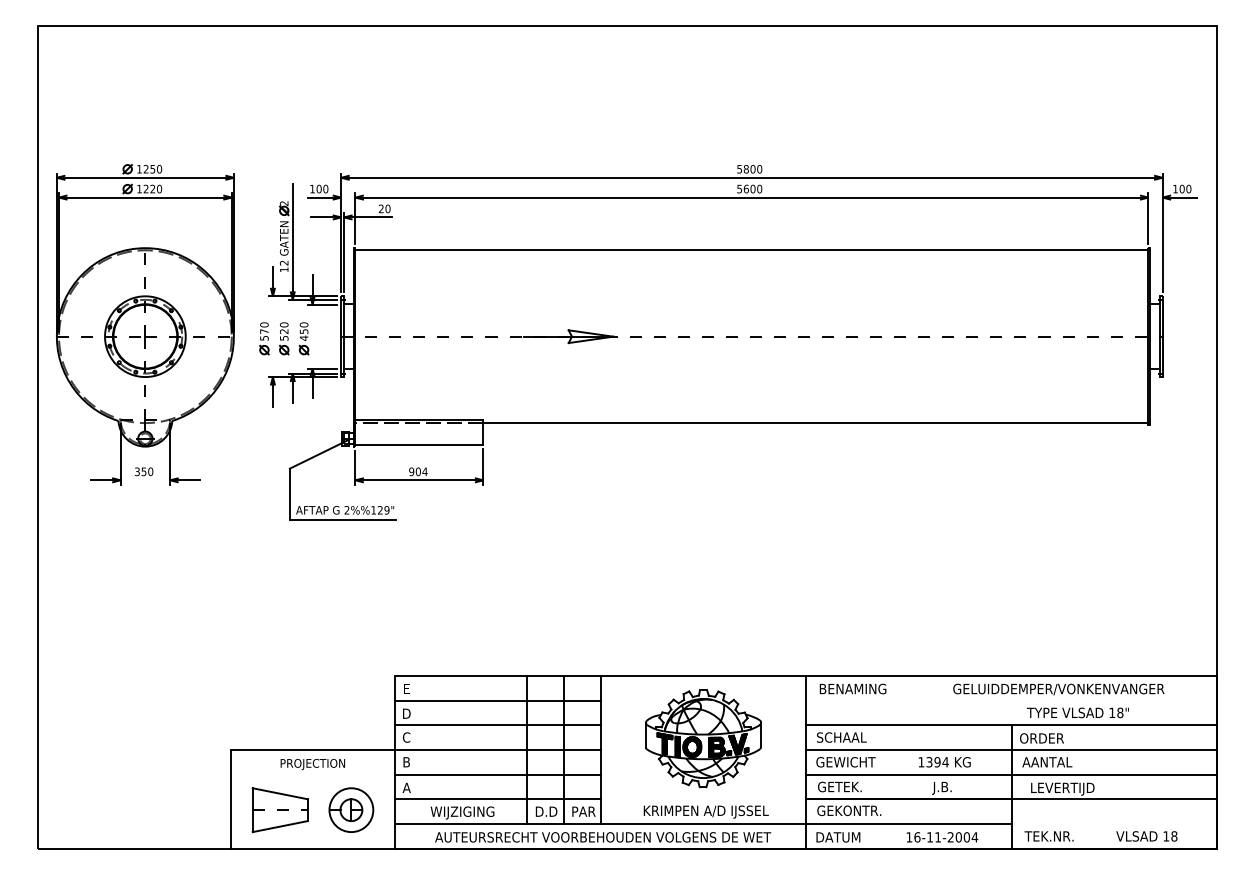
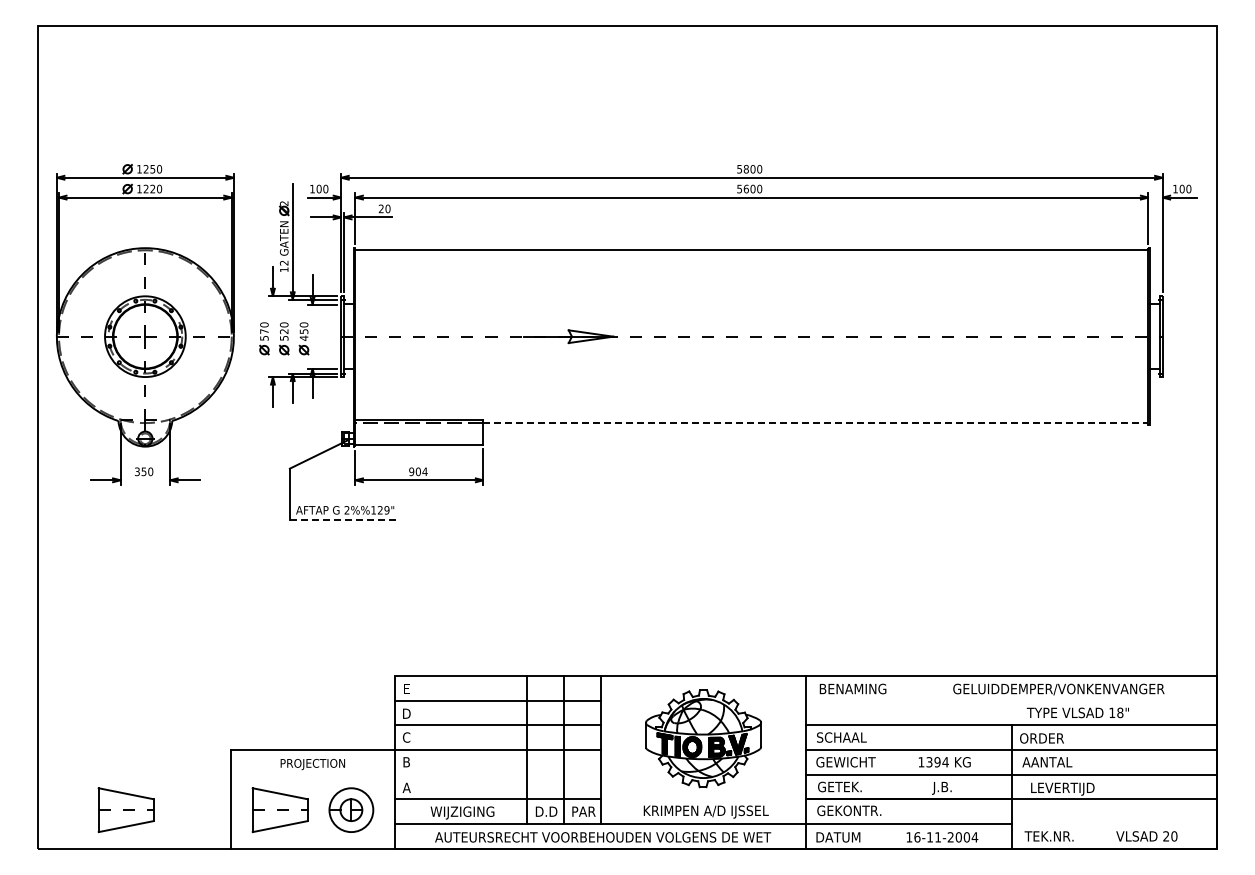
line at (815, 423): solid -> dashed
line at (342, 519): solid -> dashed
line at (497, 774): present -> none
part at (125, 810): none -> present
text at (1170, 836): 18 -> 20
